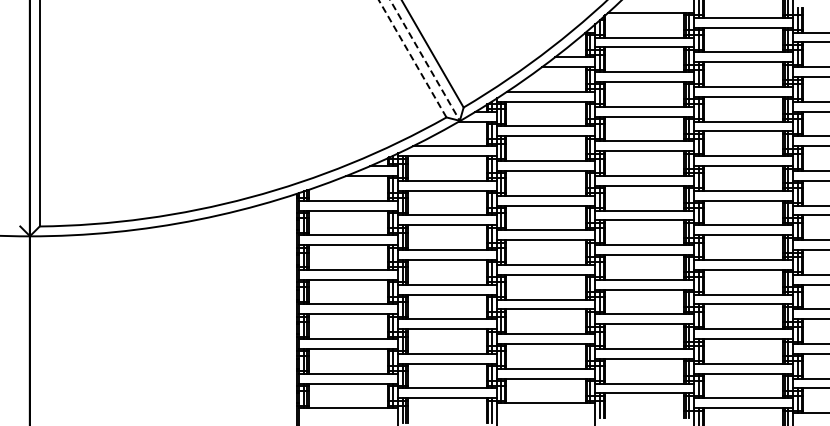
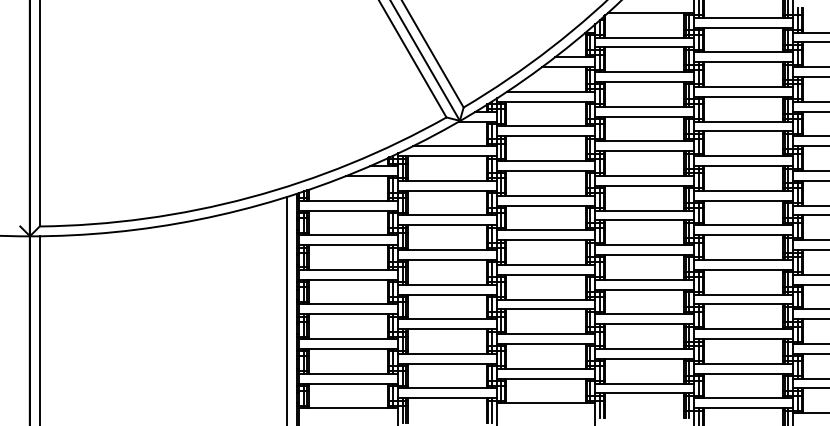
line at (412, 58): dashed -> solid
line at (425, 61): dashed -> solid
line at (286, 309): none -> present
line at (39, 329): none -> present
